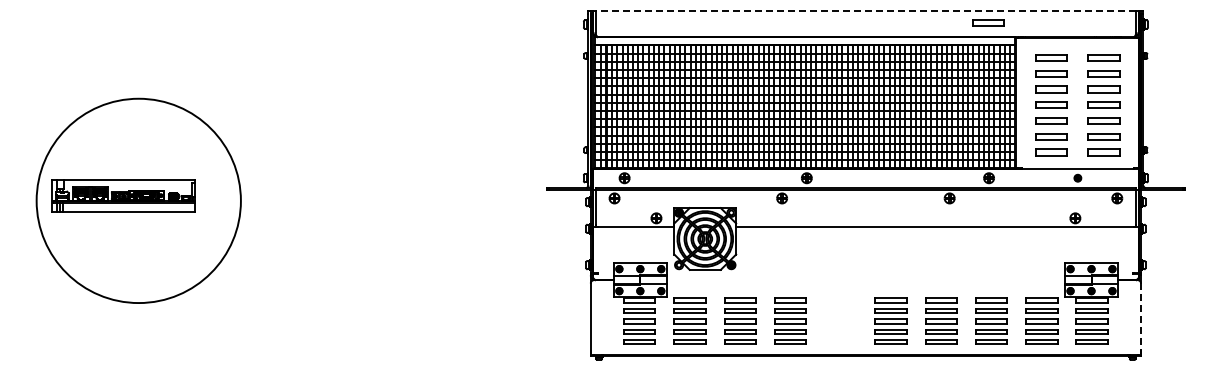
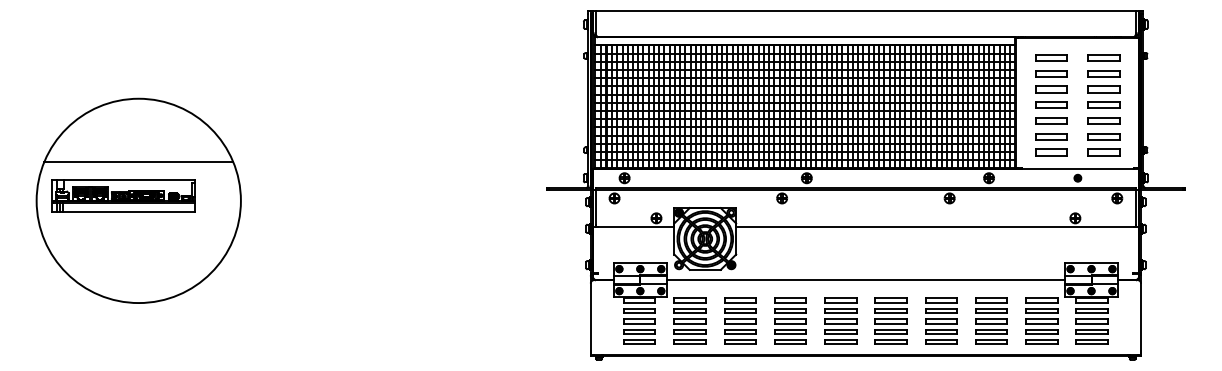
line at (865, 10): dashed -> solid
part at (988, 22): present -> none
line at (138, 162): none -> present
line at (865, 280): none -> present
line at (1141, 317): dashed -> solid
part at (840, 320): none -> present
